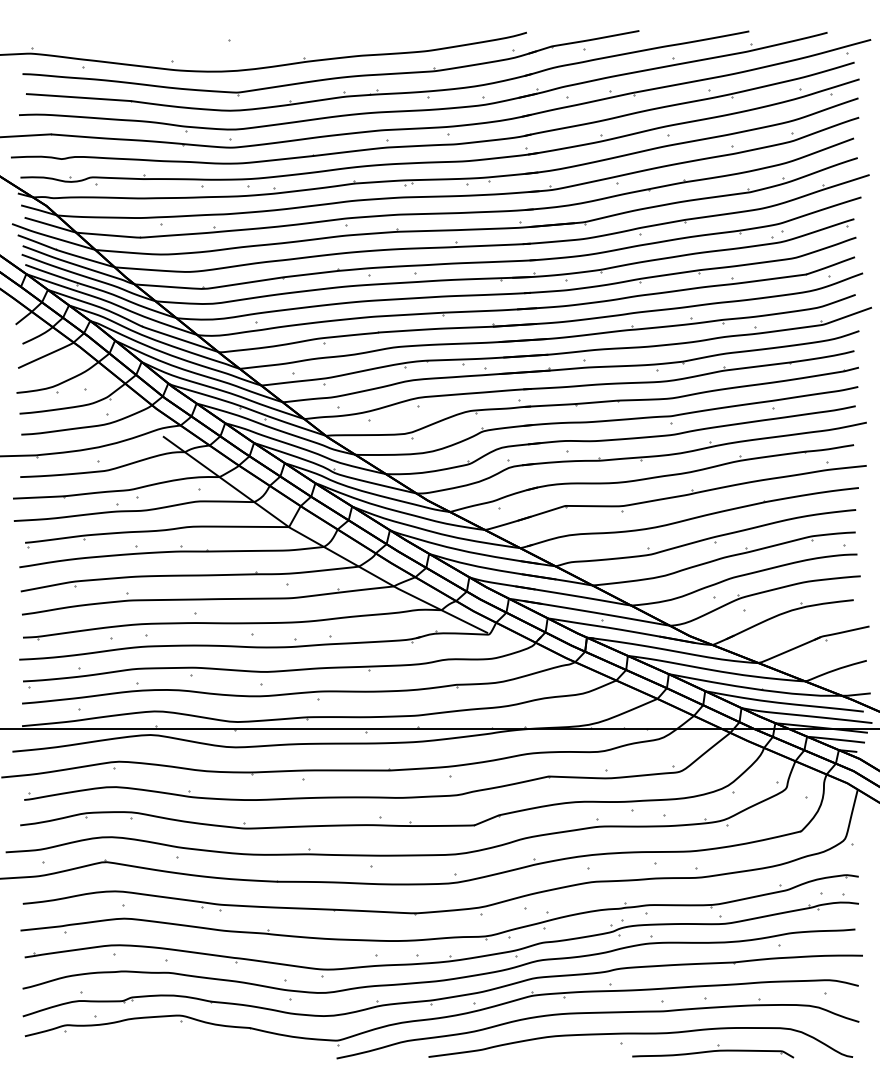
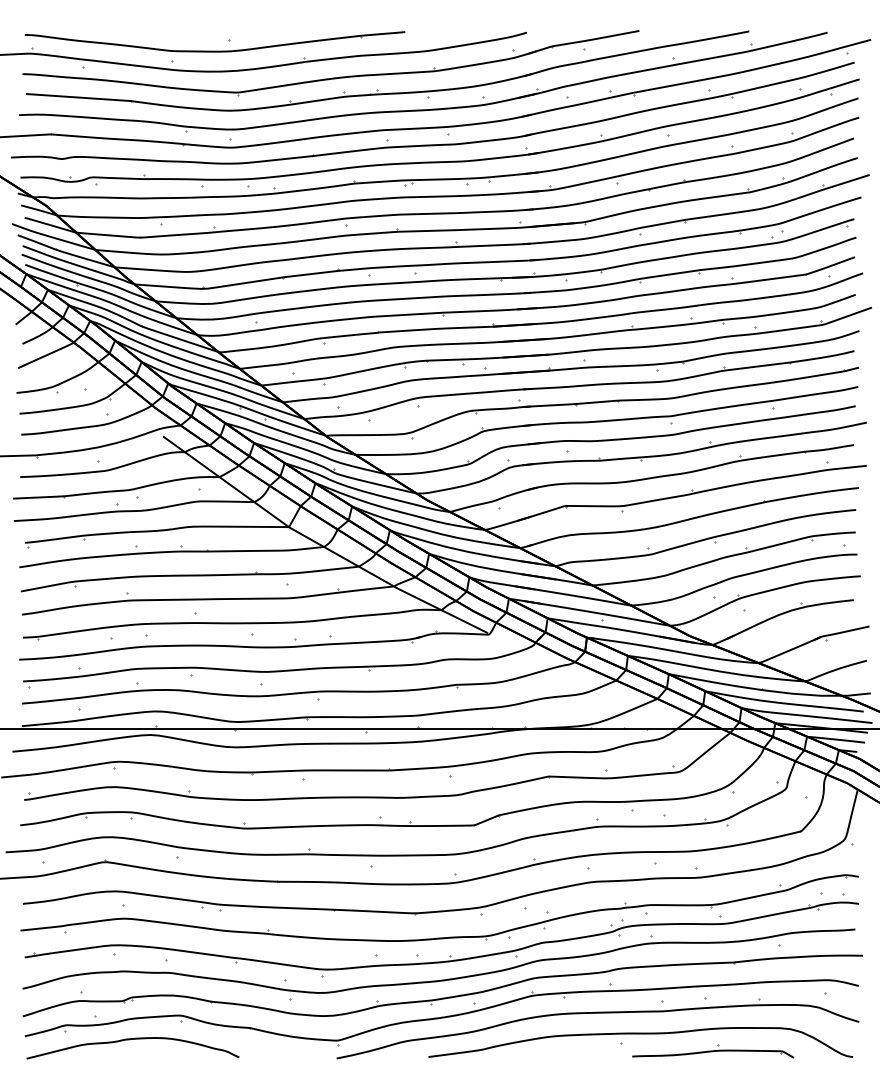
part at (214, 50): none -> present
curve at (129, 1040): none -> present
